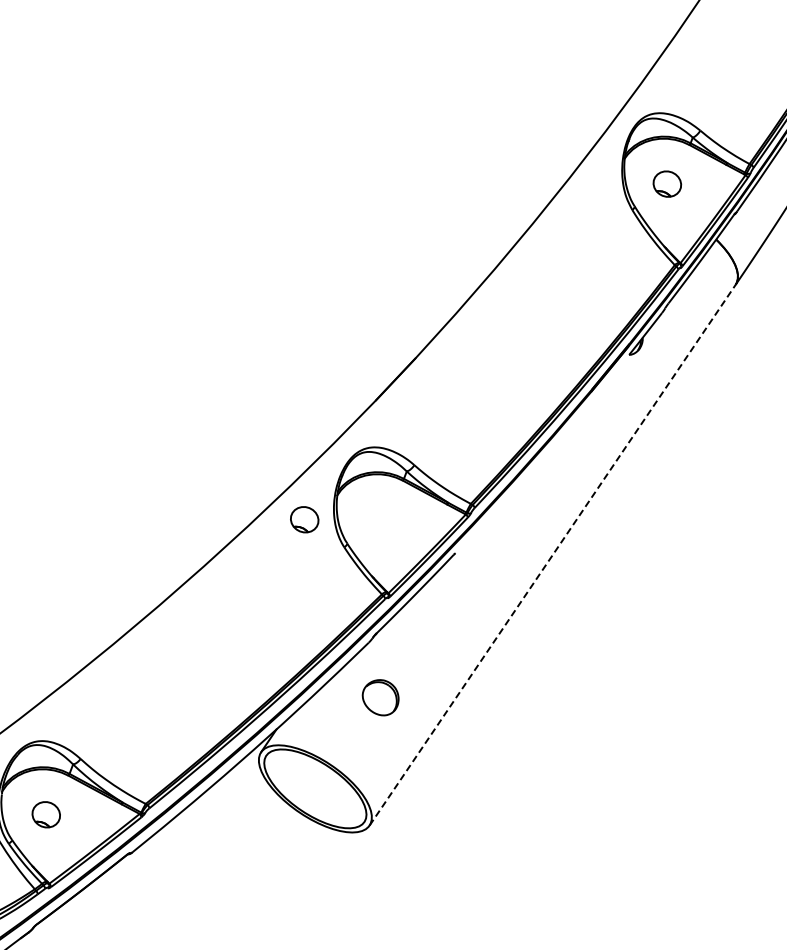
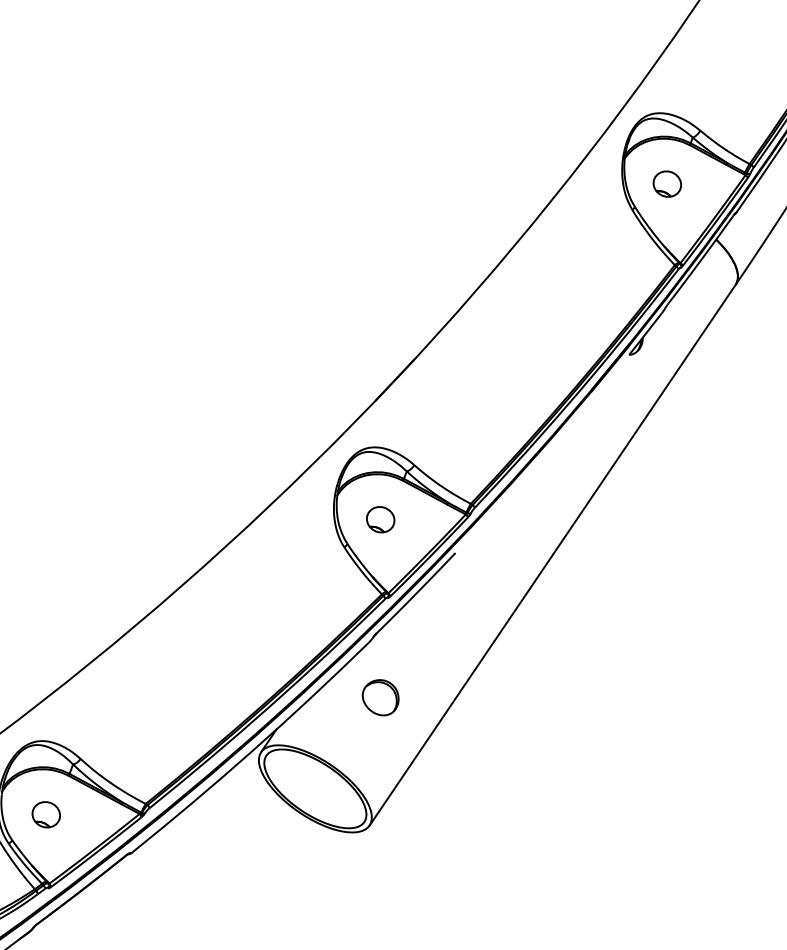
part at (304, 519) position: (304, 519) -> (380, 519)
line at (552, 555): dashed -> solid
